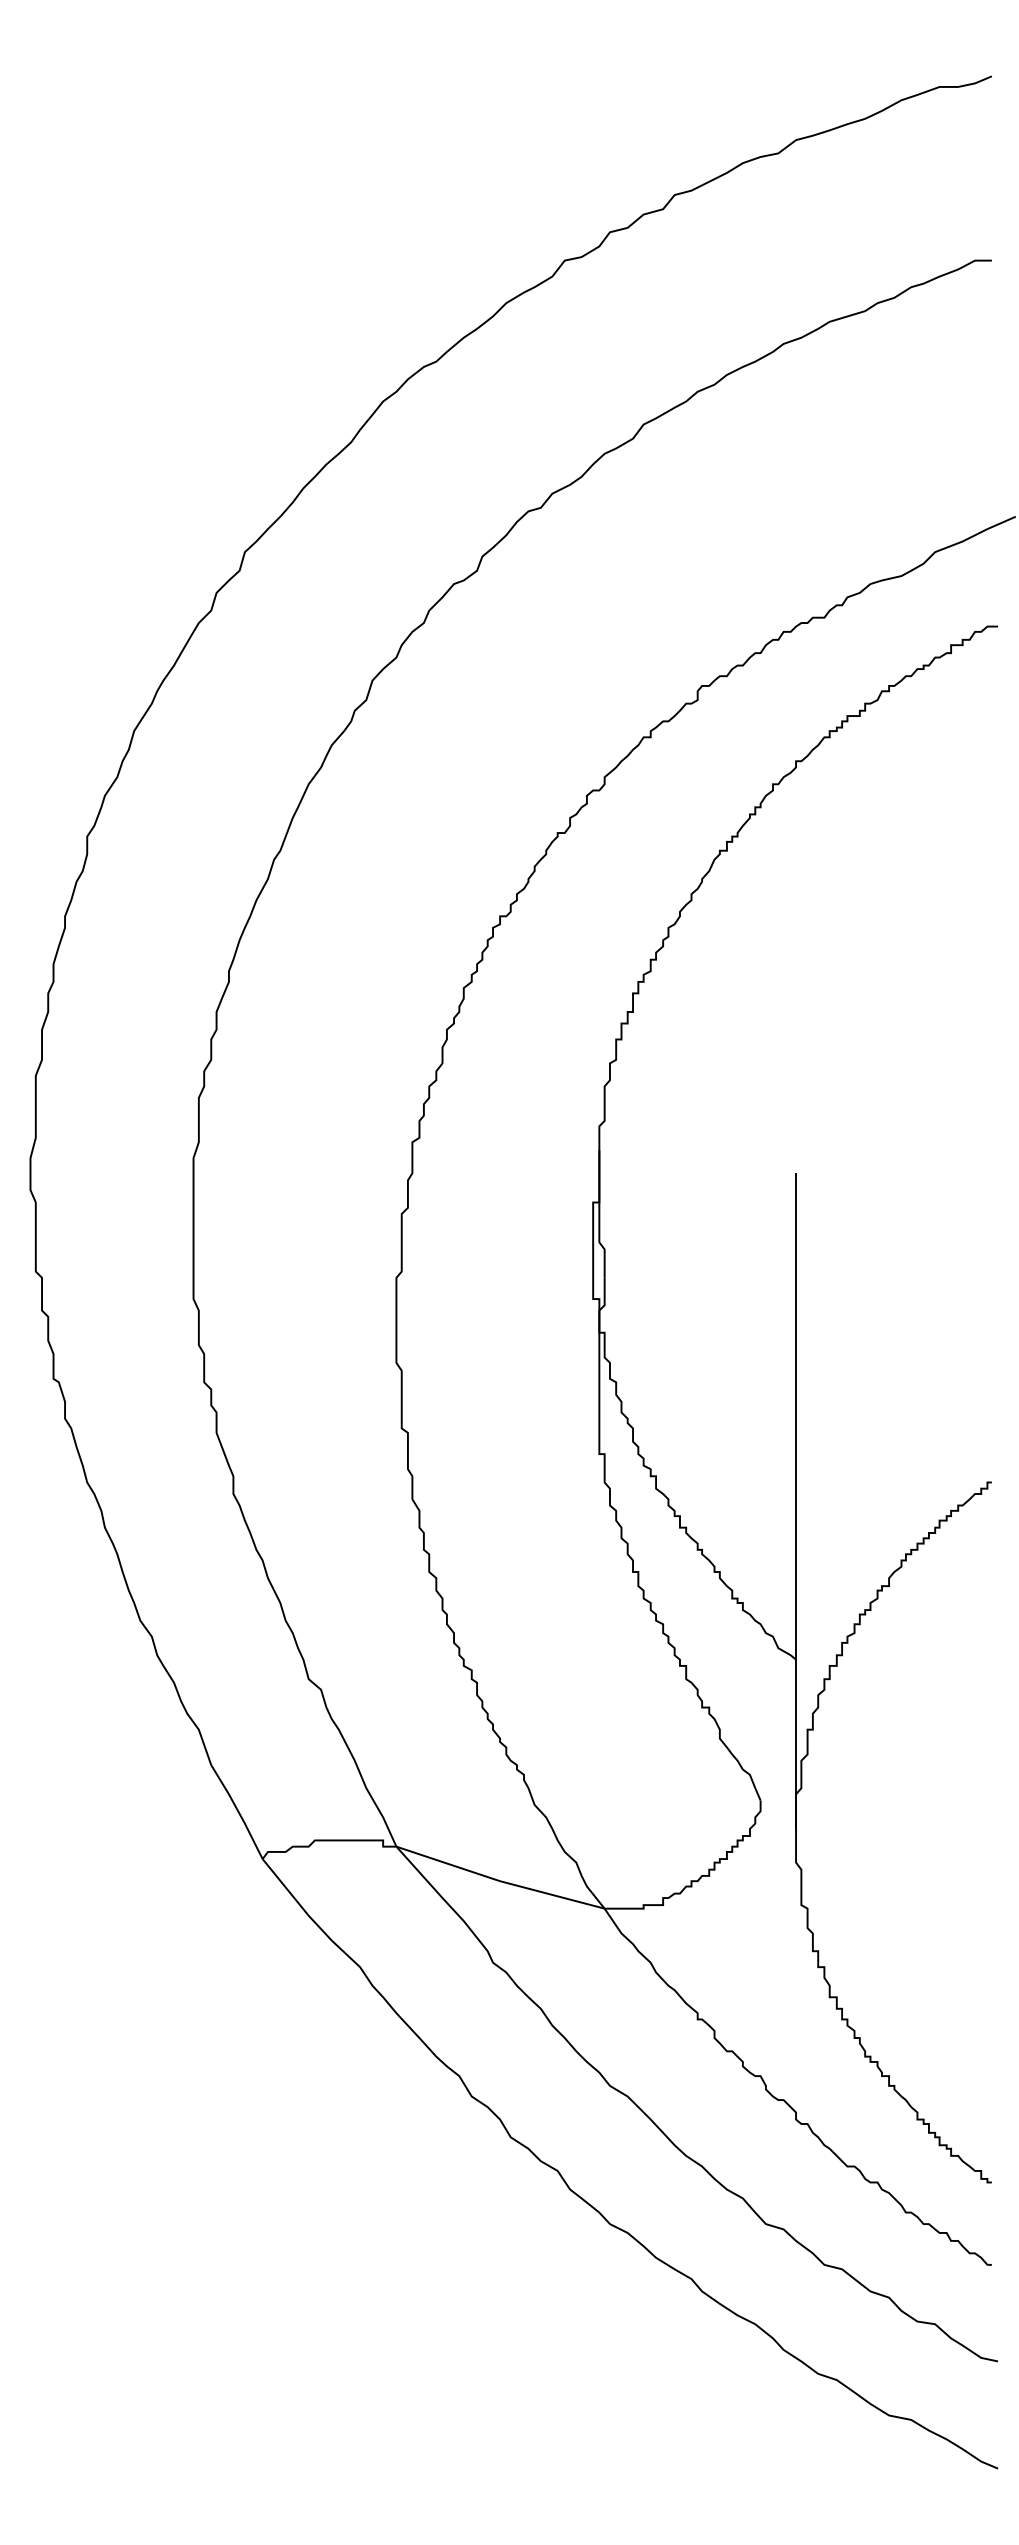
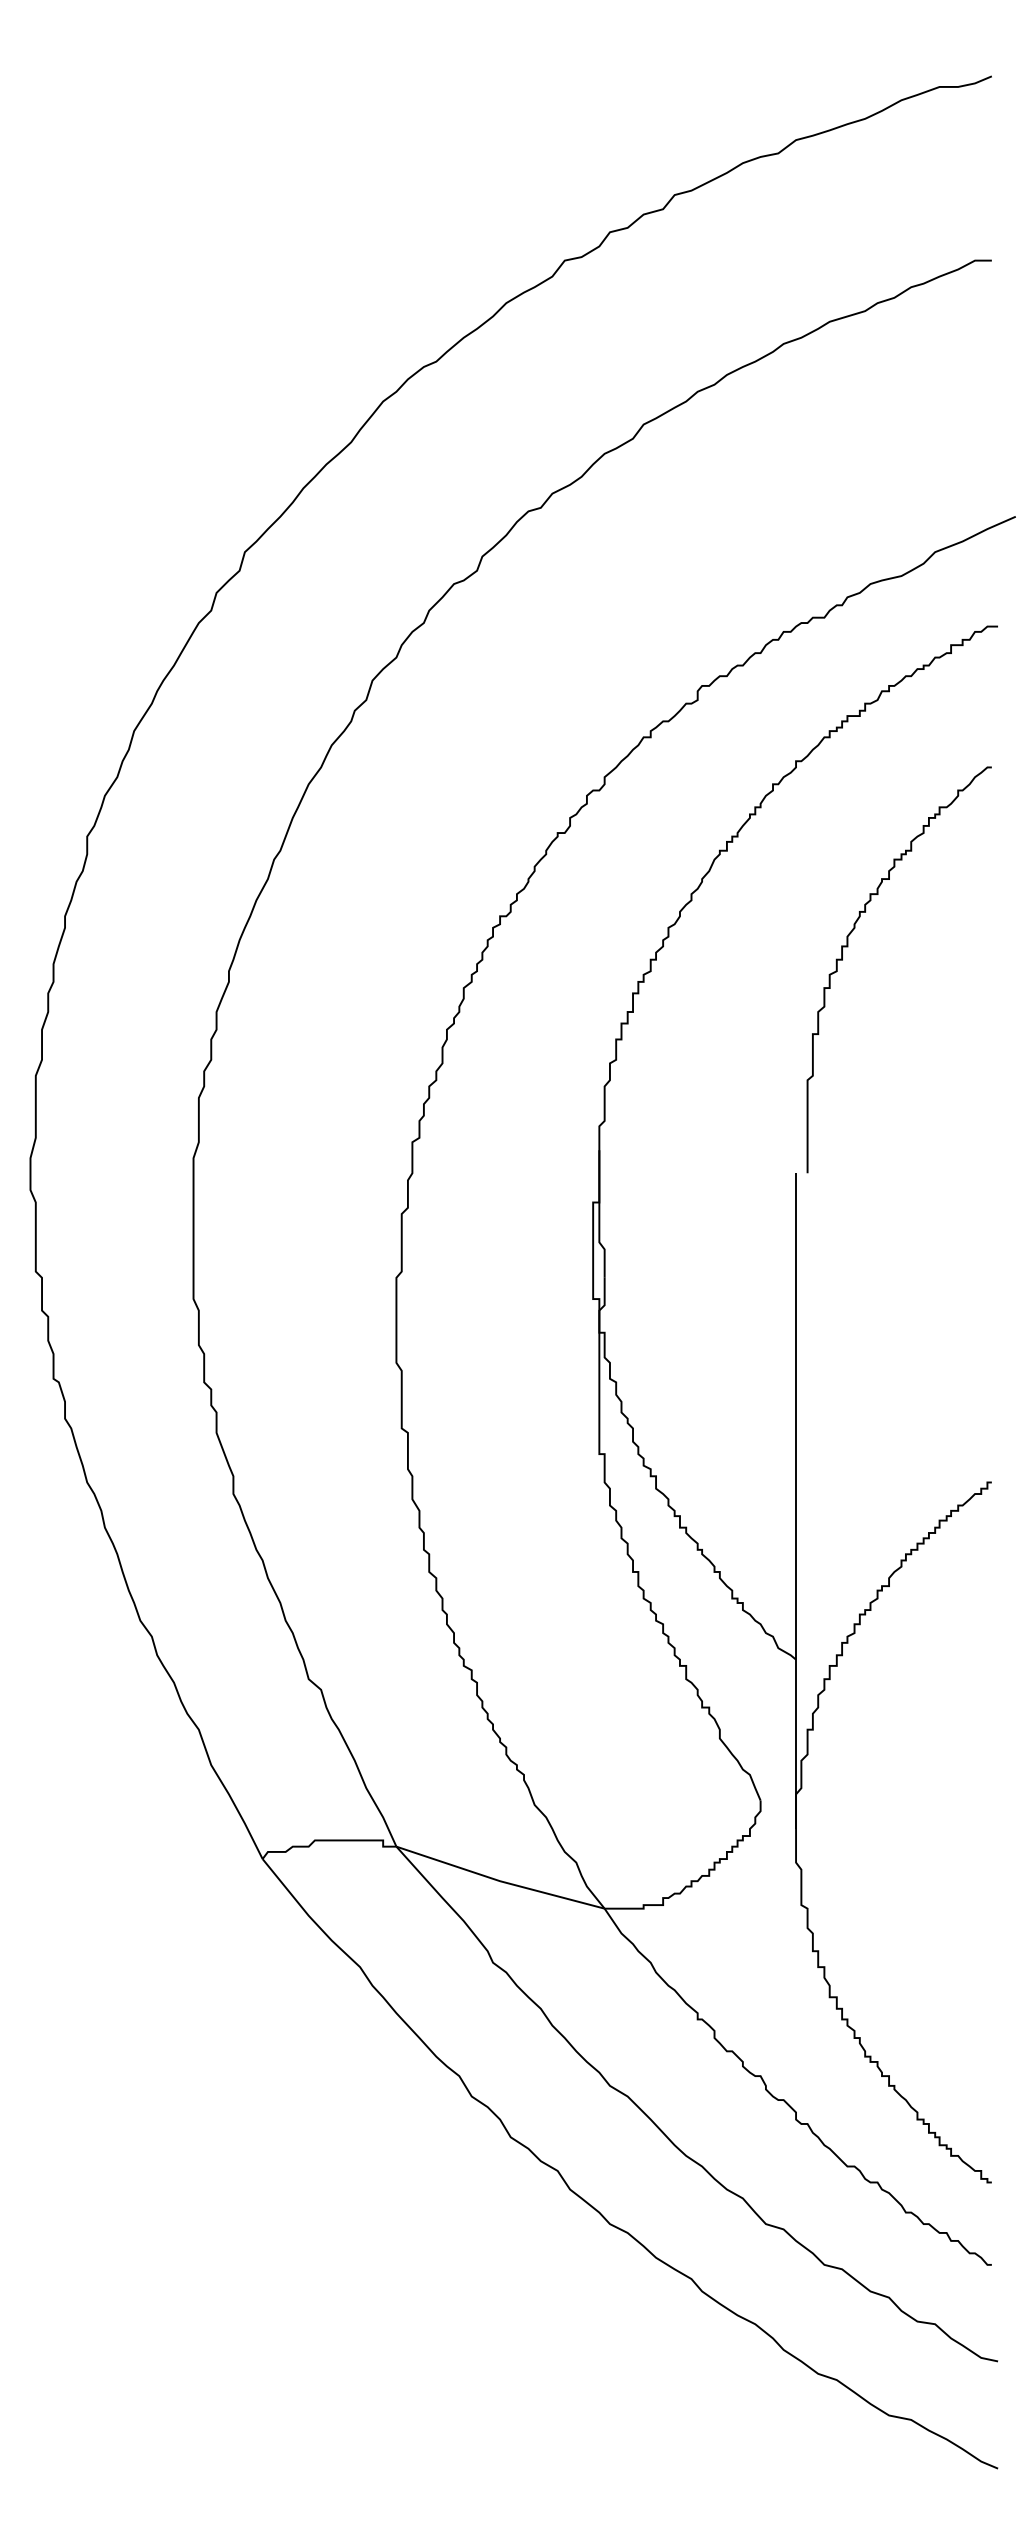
curve at (848, 947): none -> present
